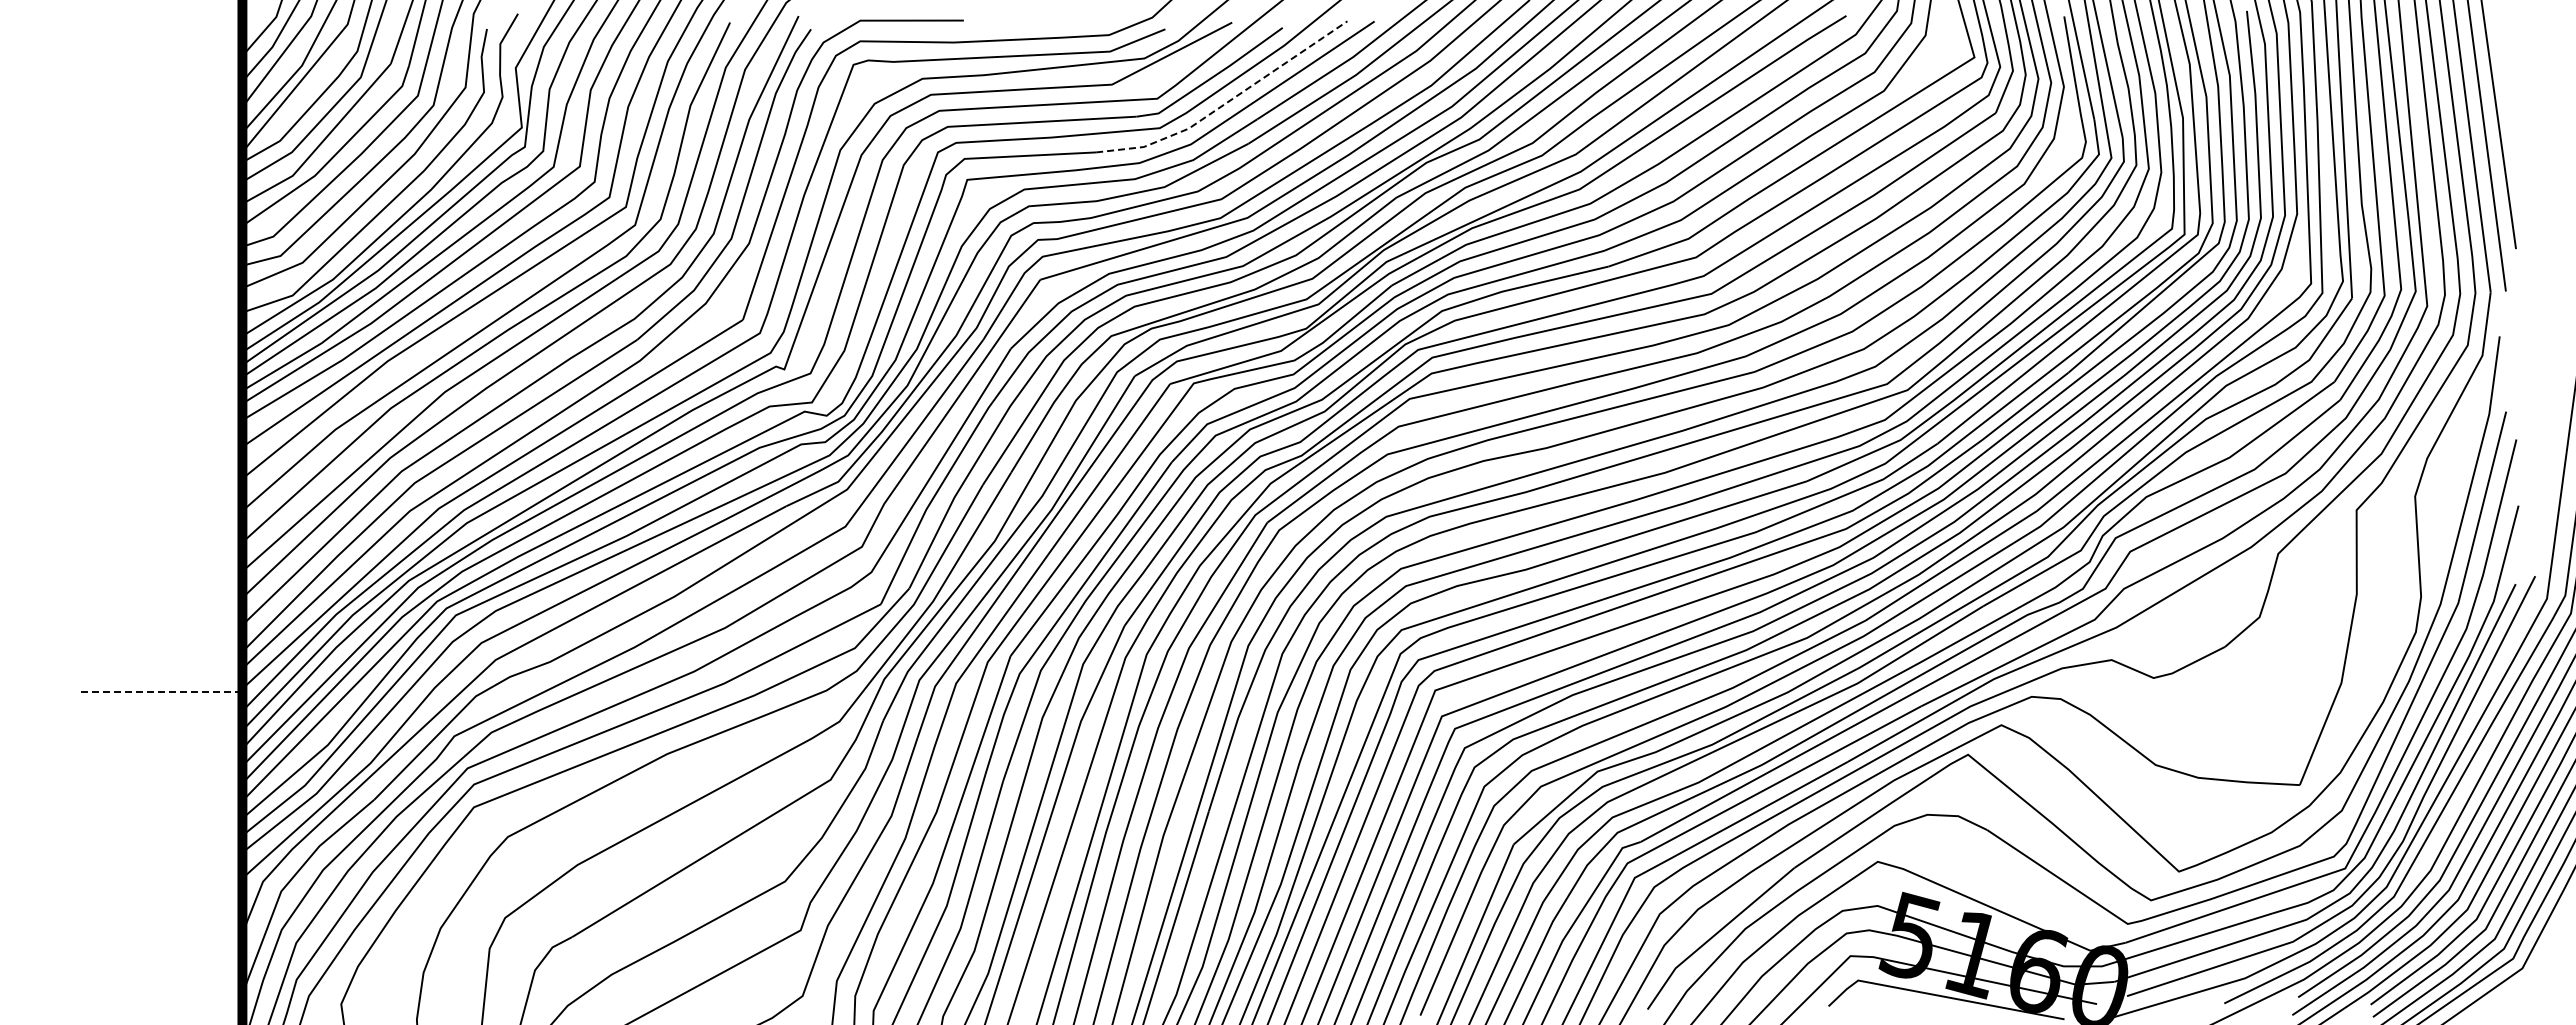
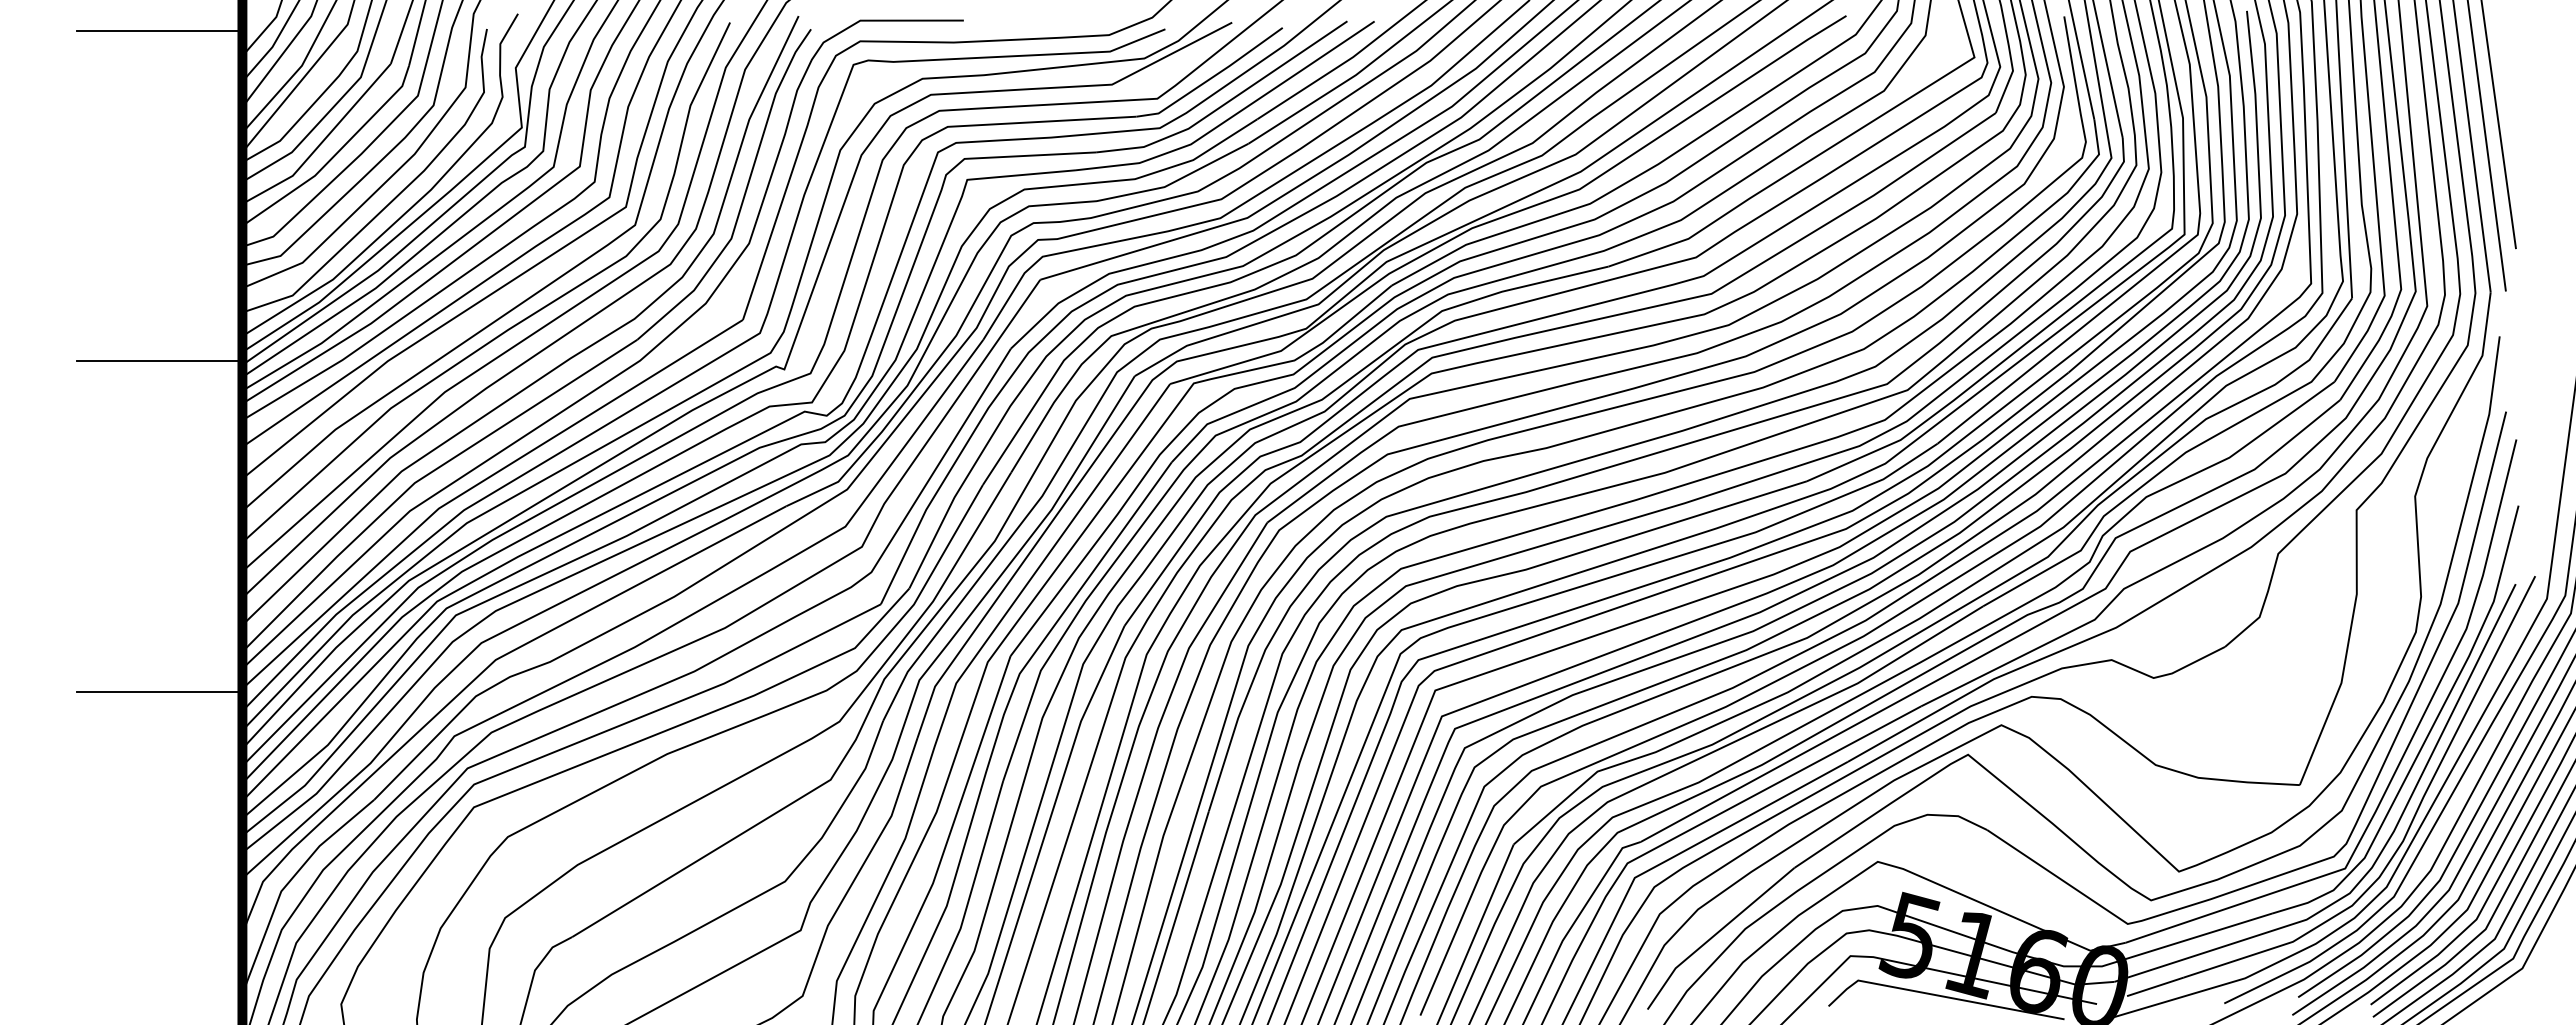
line at (159, 31): none -> present
line at (1226, 103): dashed -> solid
line at (159, 361): none -> present
line at (159, 691): dashed -> solid
